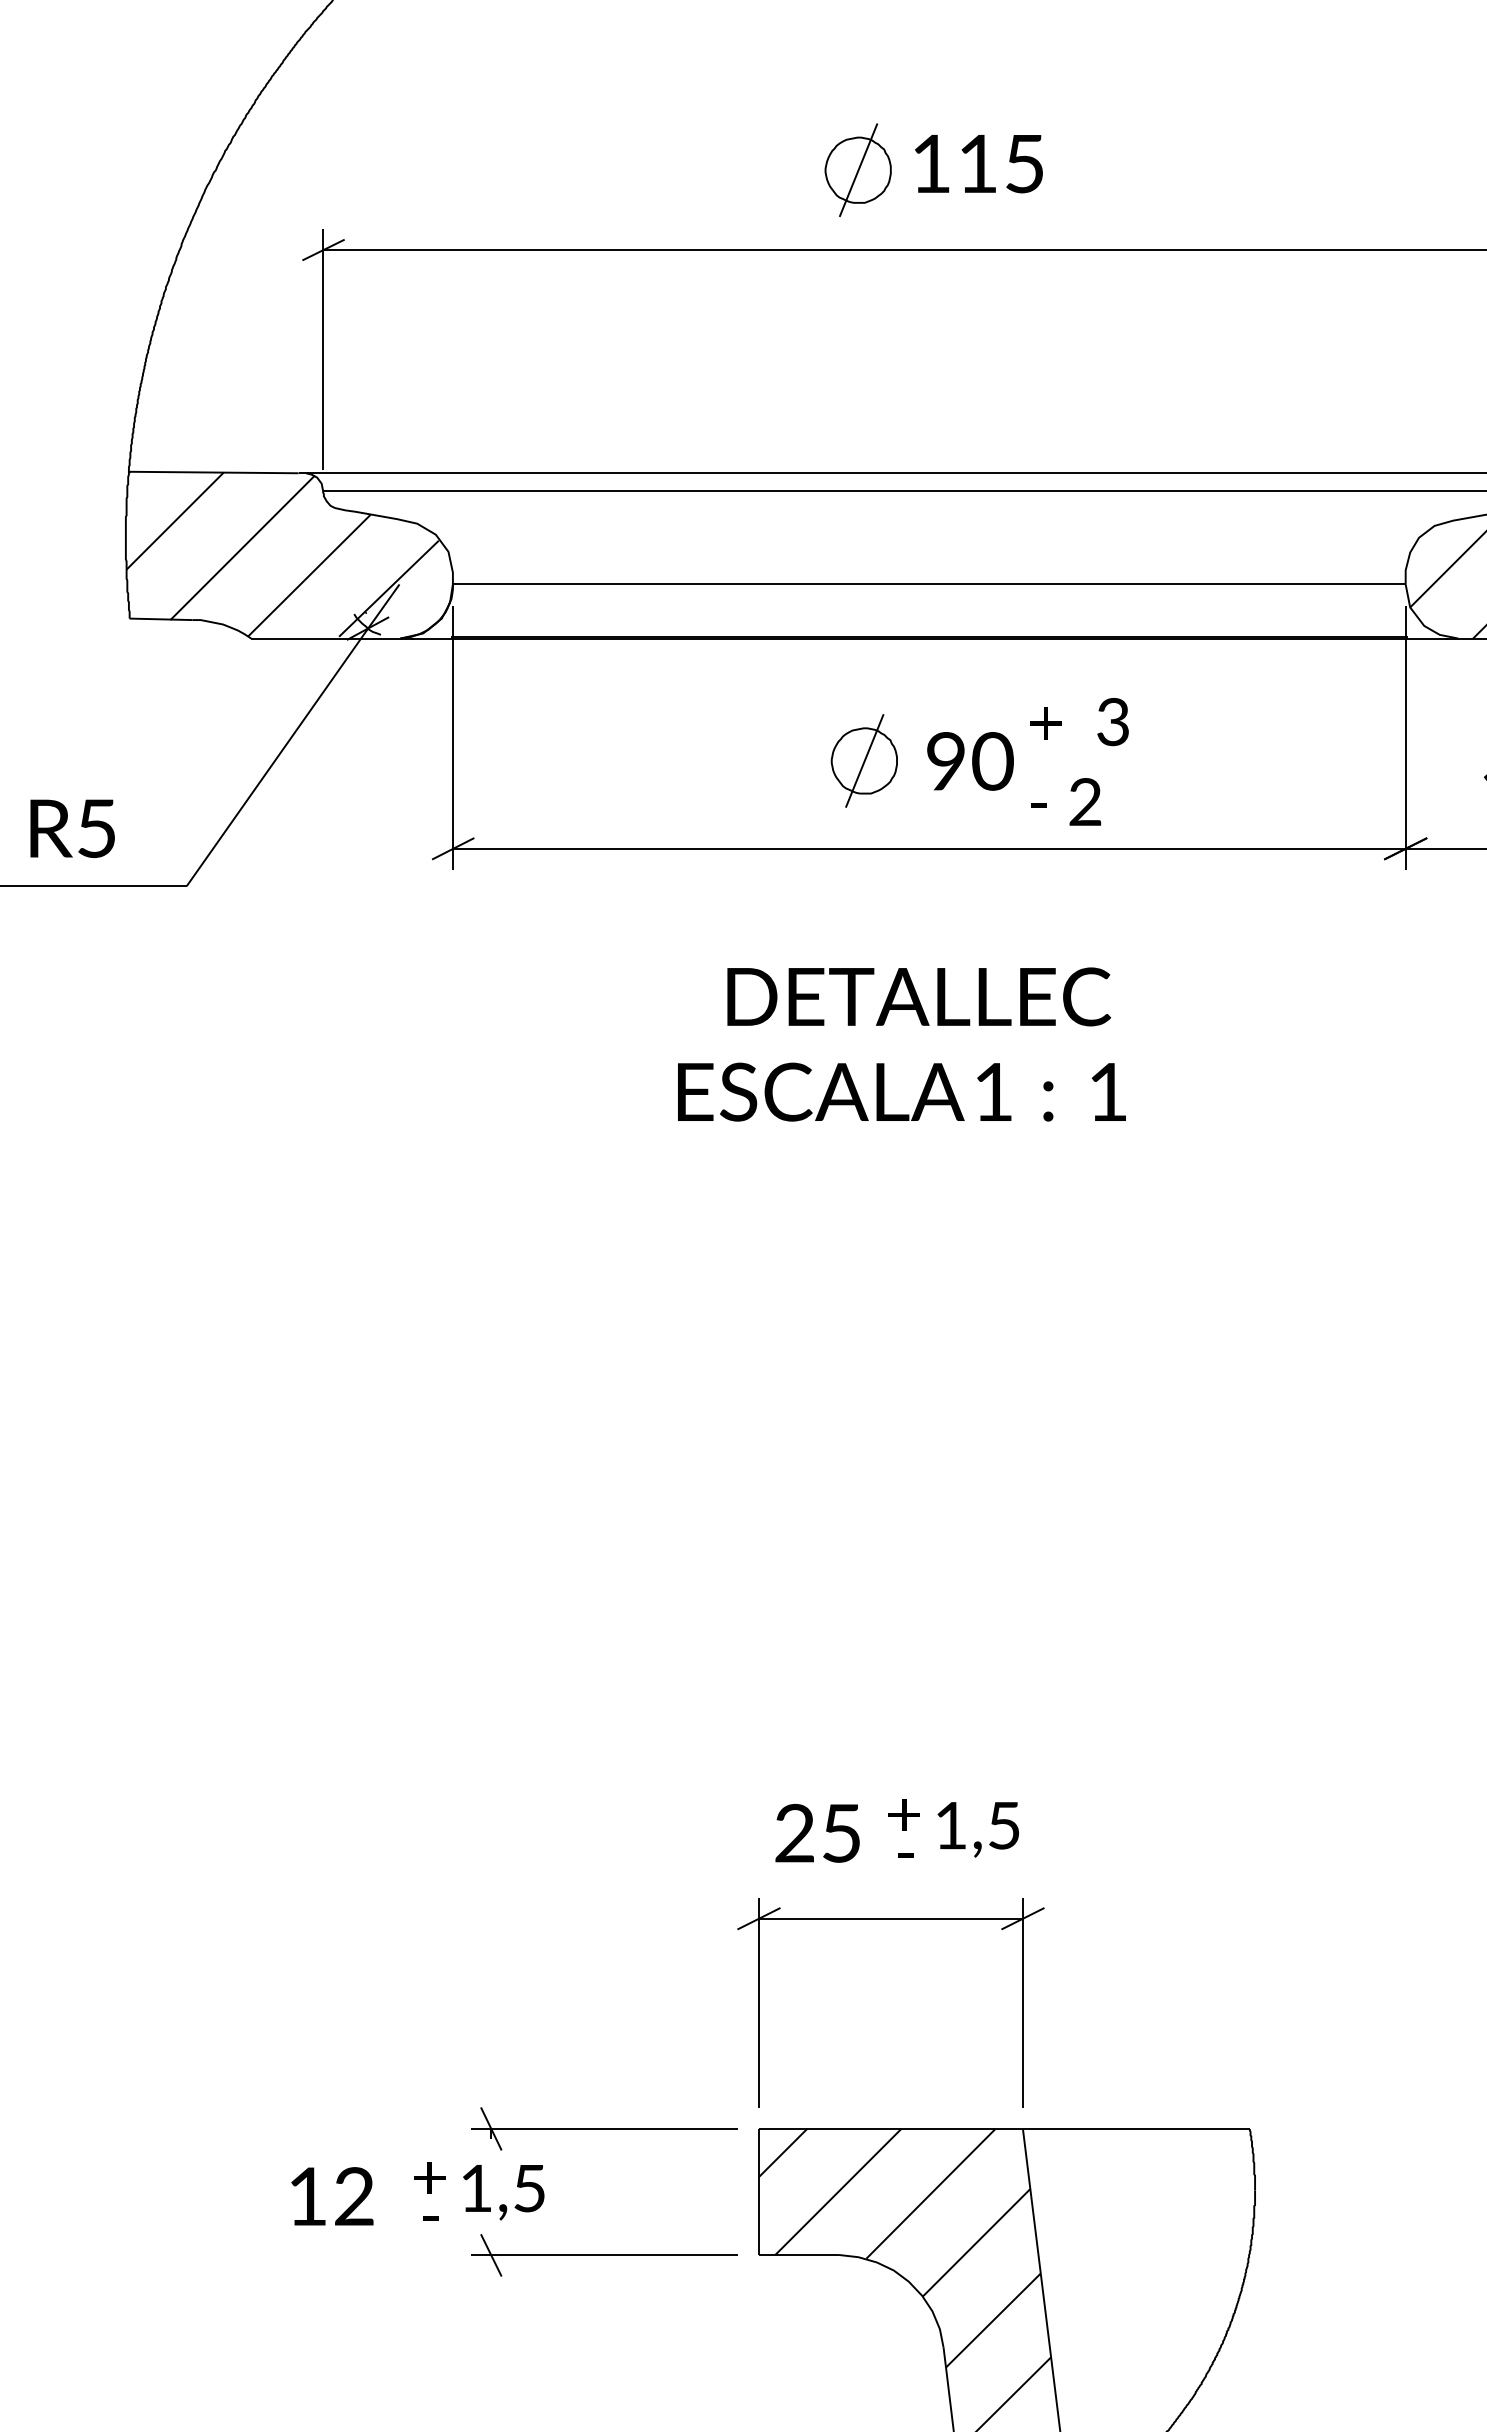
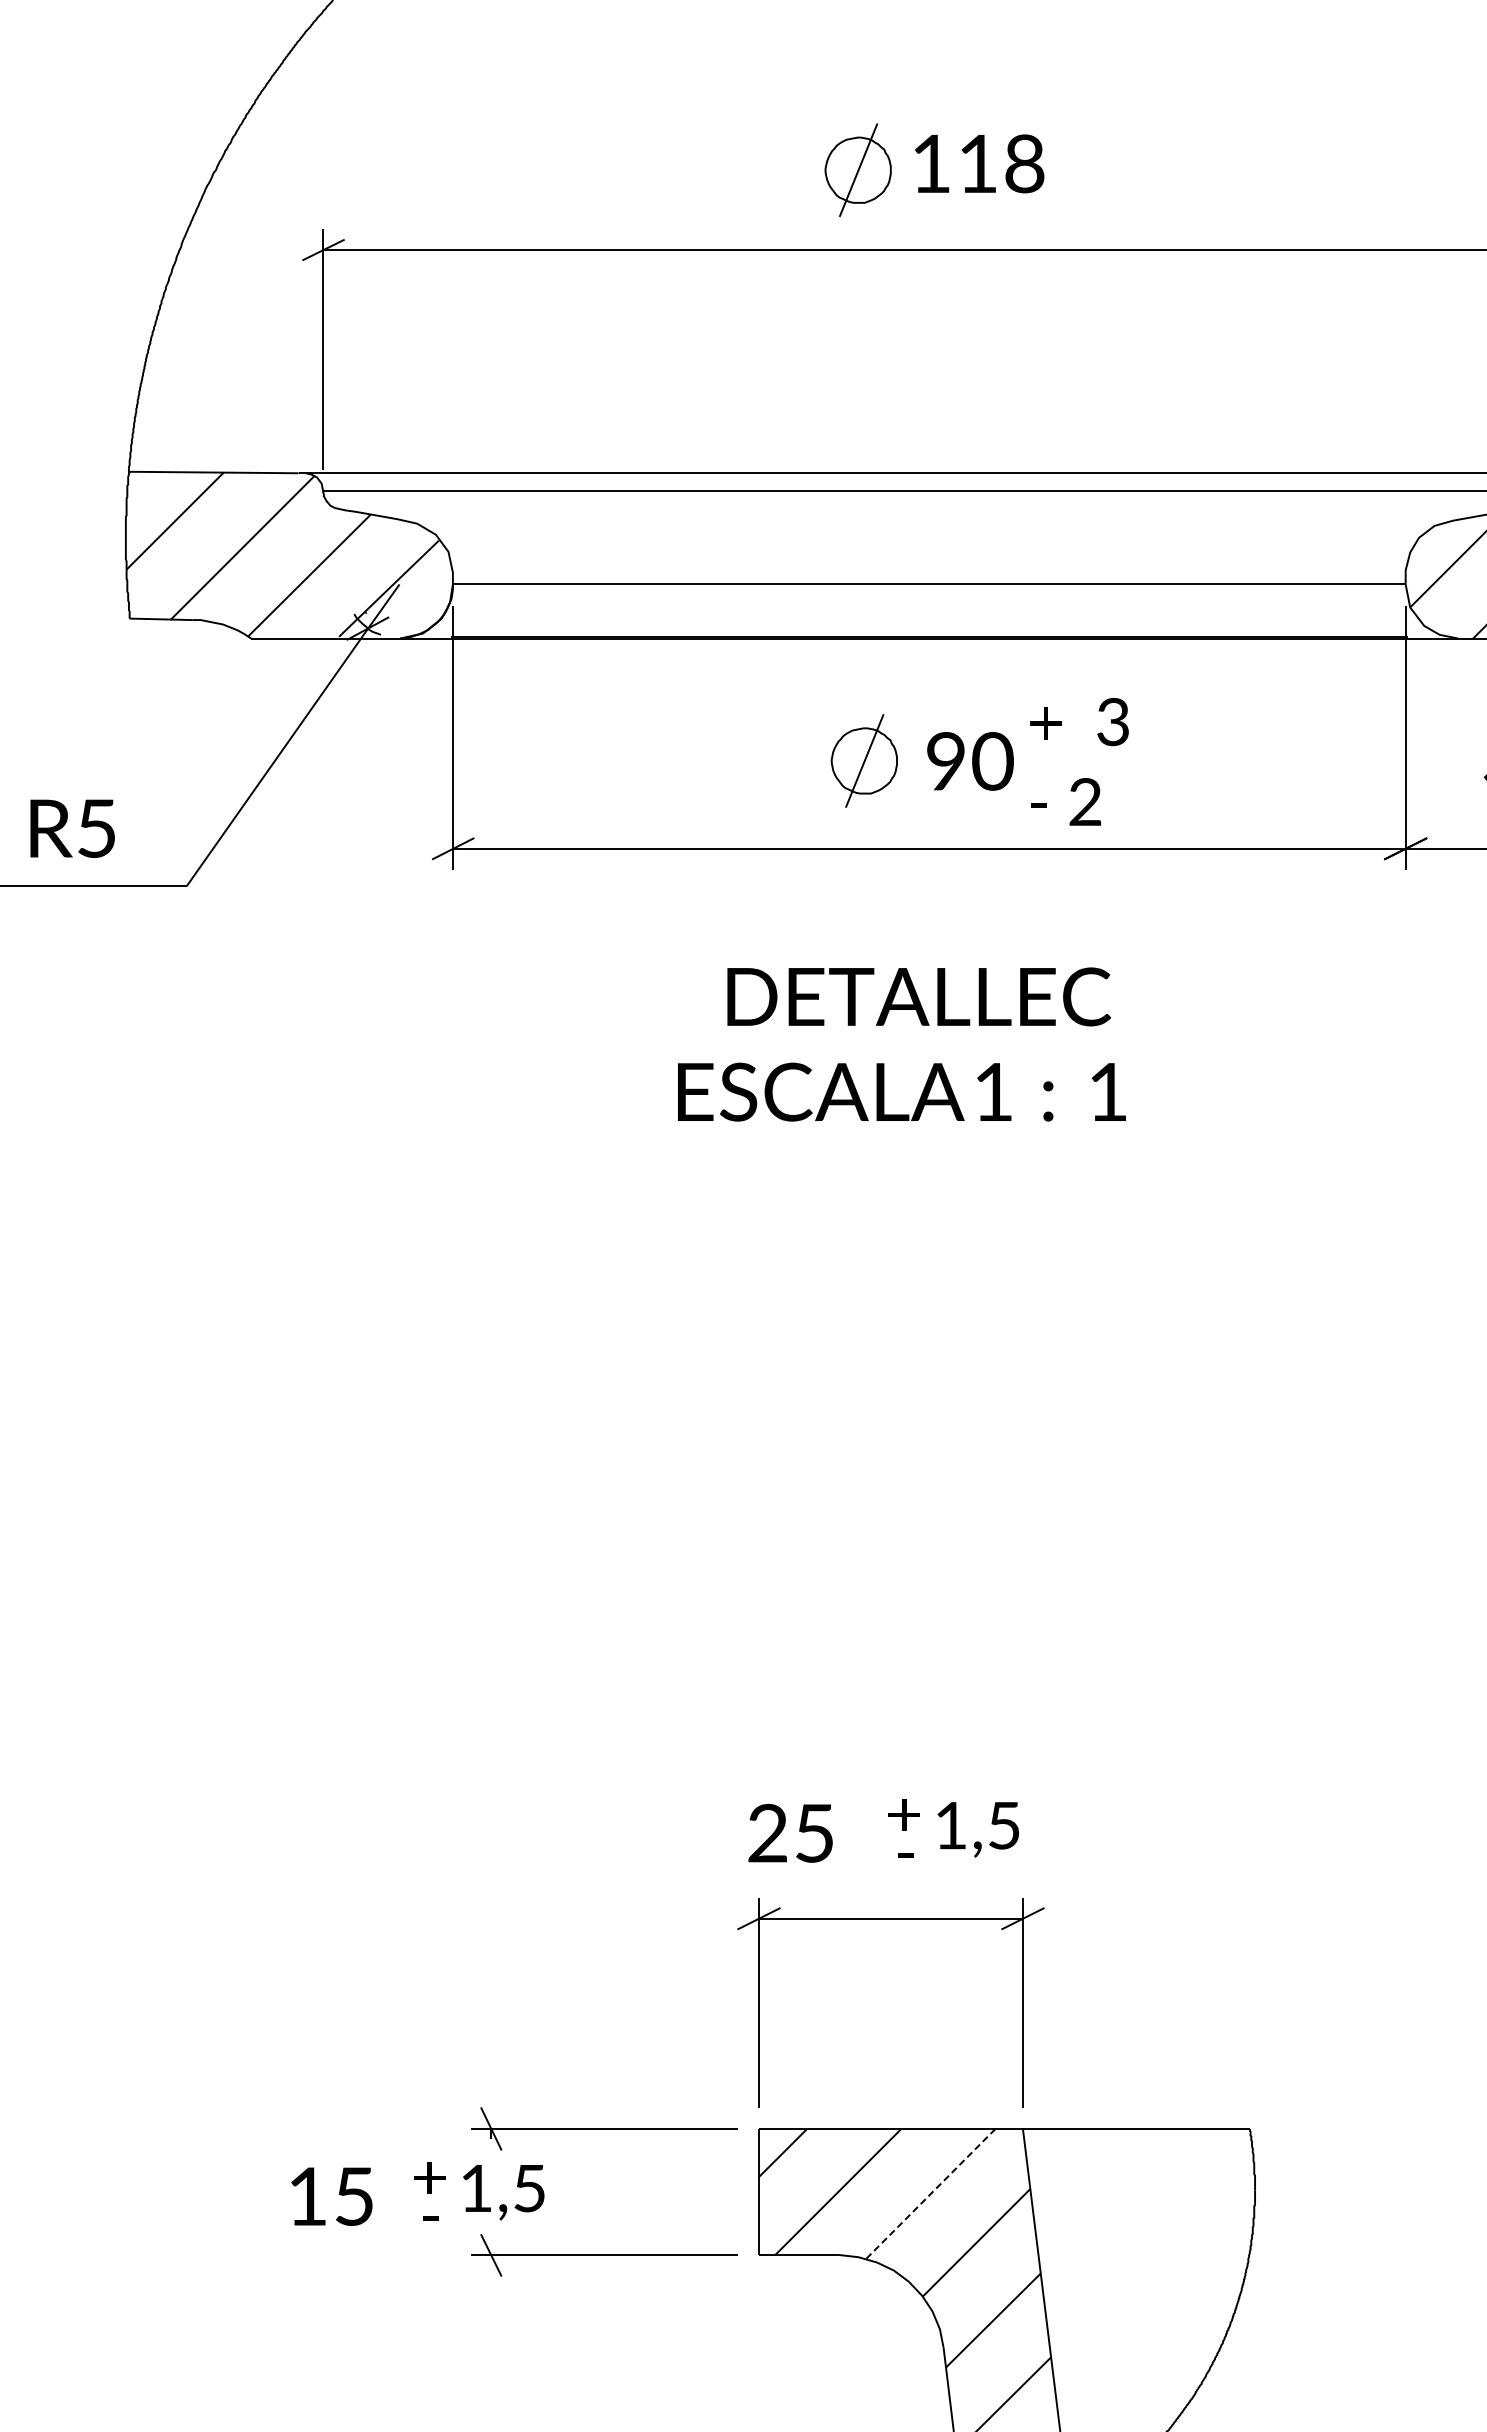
text at (1024, 163): 115 -> 118
text at (817, 1832) position: (817, 1832) -> (790, 1832)
line at (930, 2194): solid -> dashed
text at (354, 2196): 12 -> 15
